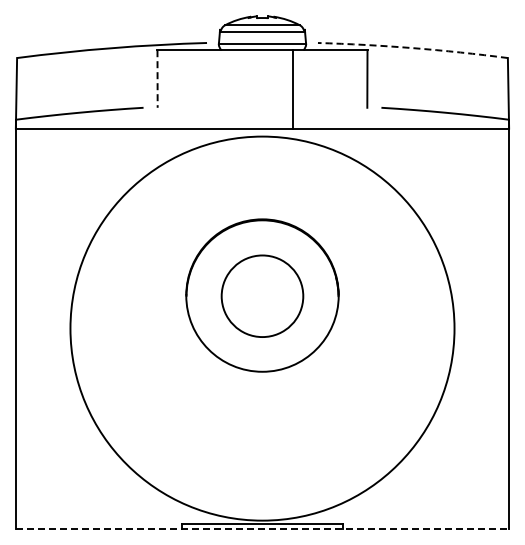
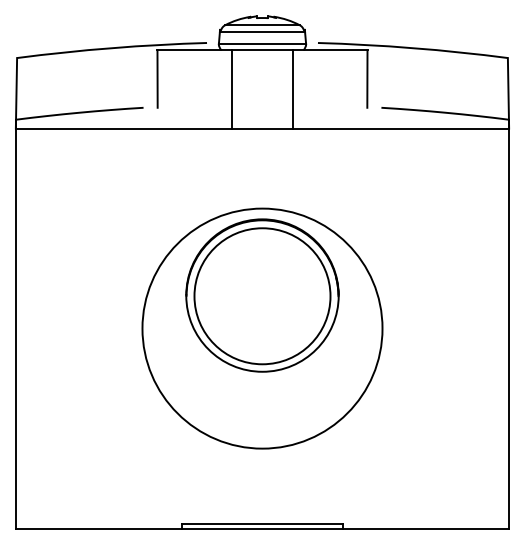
arc at (413, 48): dashed -> solid
line at (157, 78): dashed -> solid
line at (232, 89): none -> present
circle at (262, 296) diameter: 82 px -> 136 px
circle at (262, 328) diameter: 384 px -> 240 px
line at (262, 528): dashed -> solid
